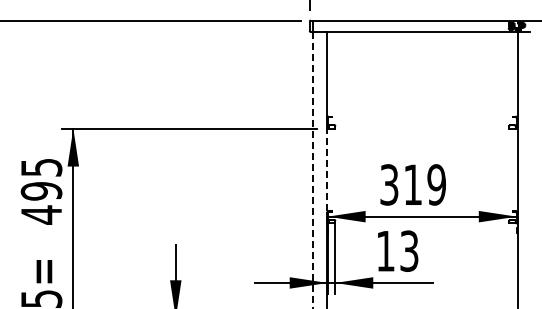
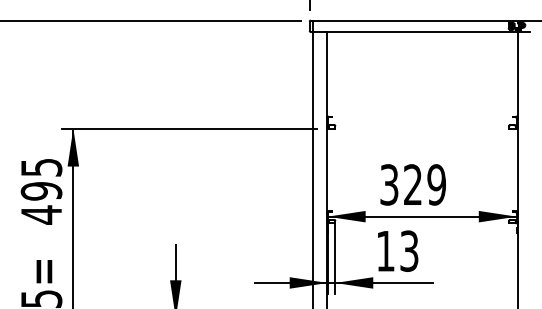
line at (312, 170): dashed -> solid
line at (326, 170): dashed -> solid
text at (412, 184): 319 -> 329
